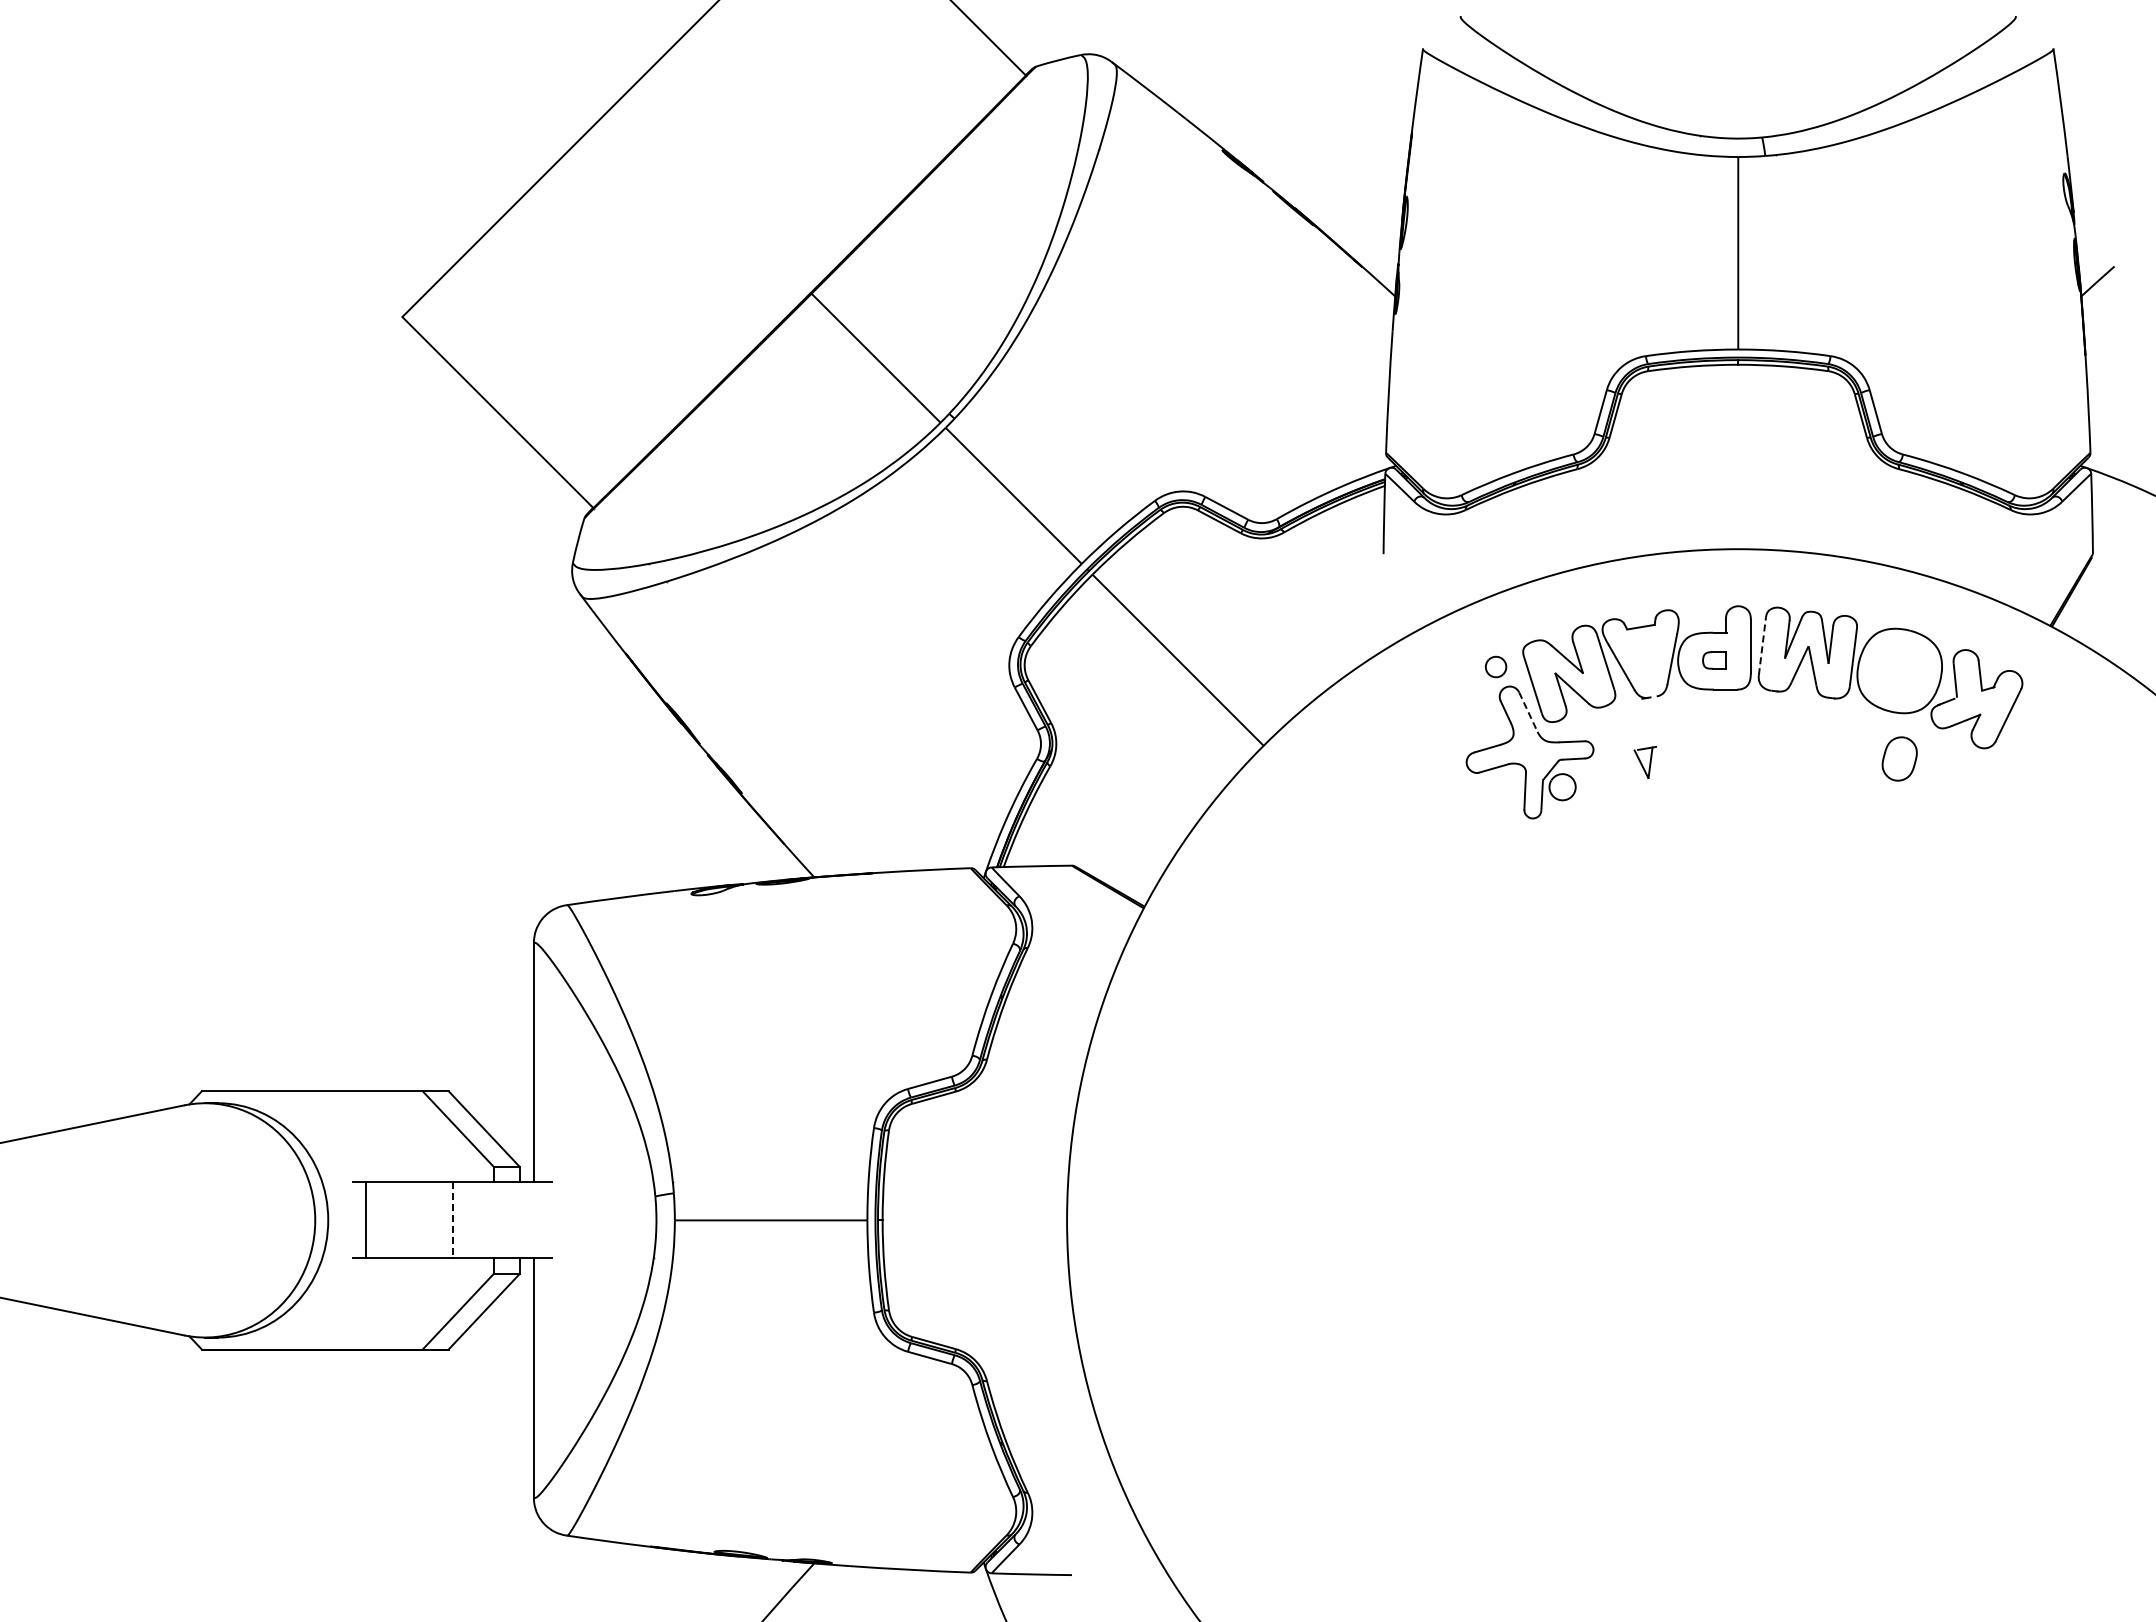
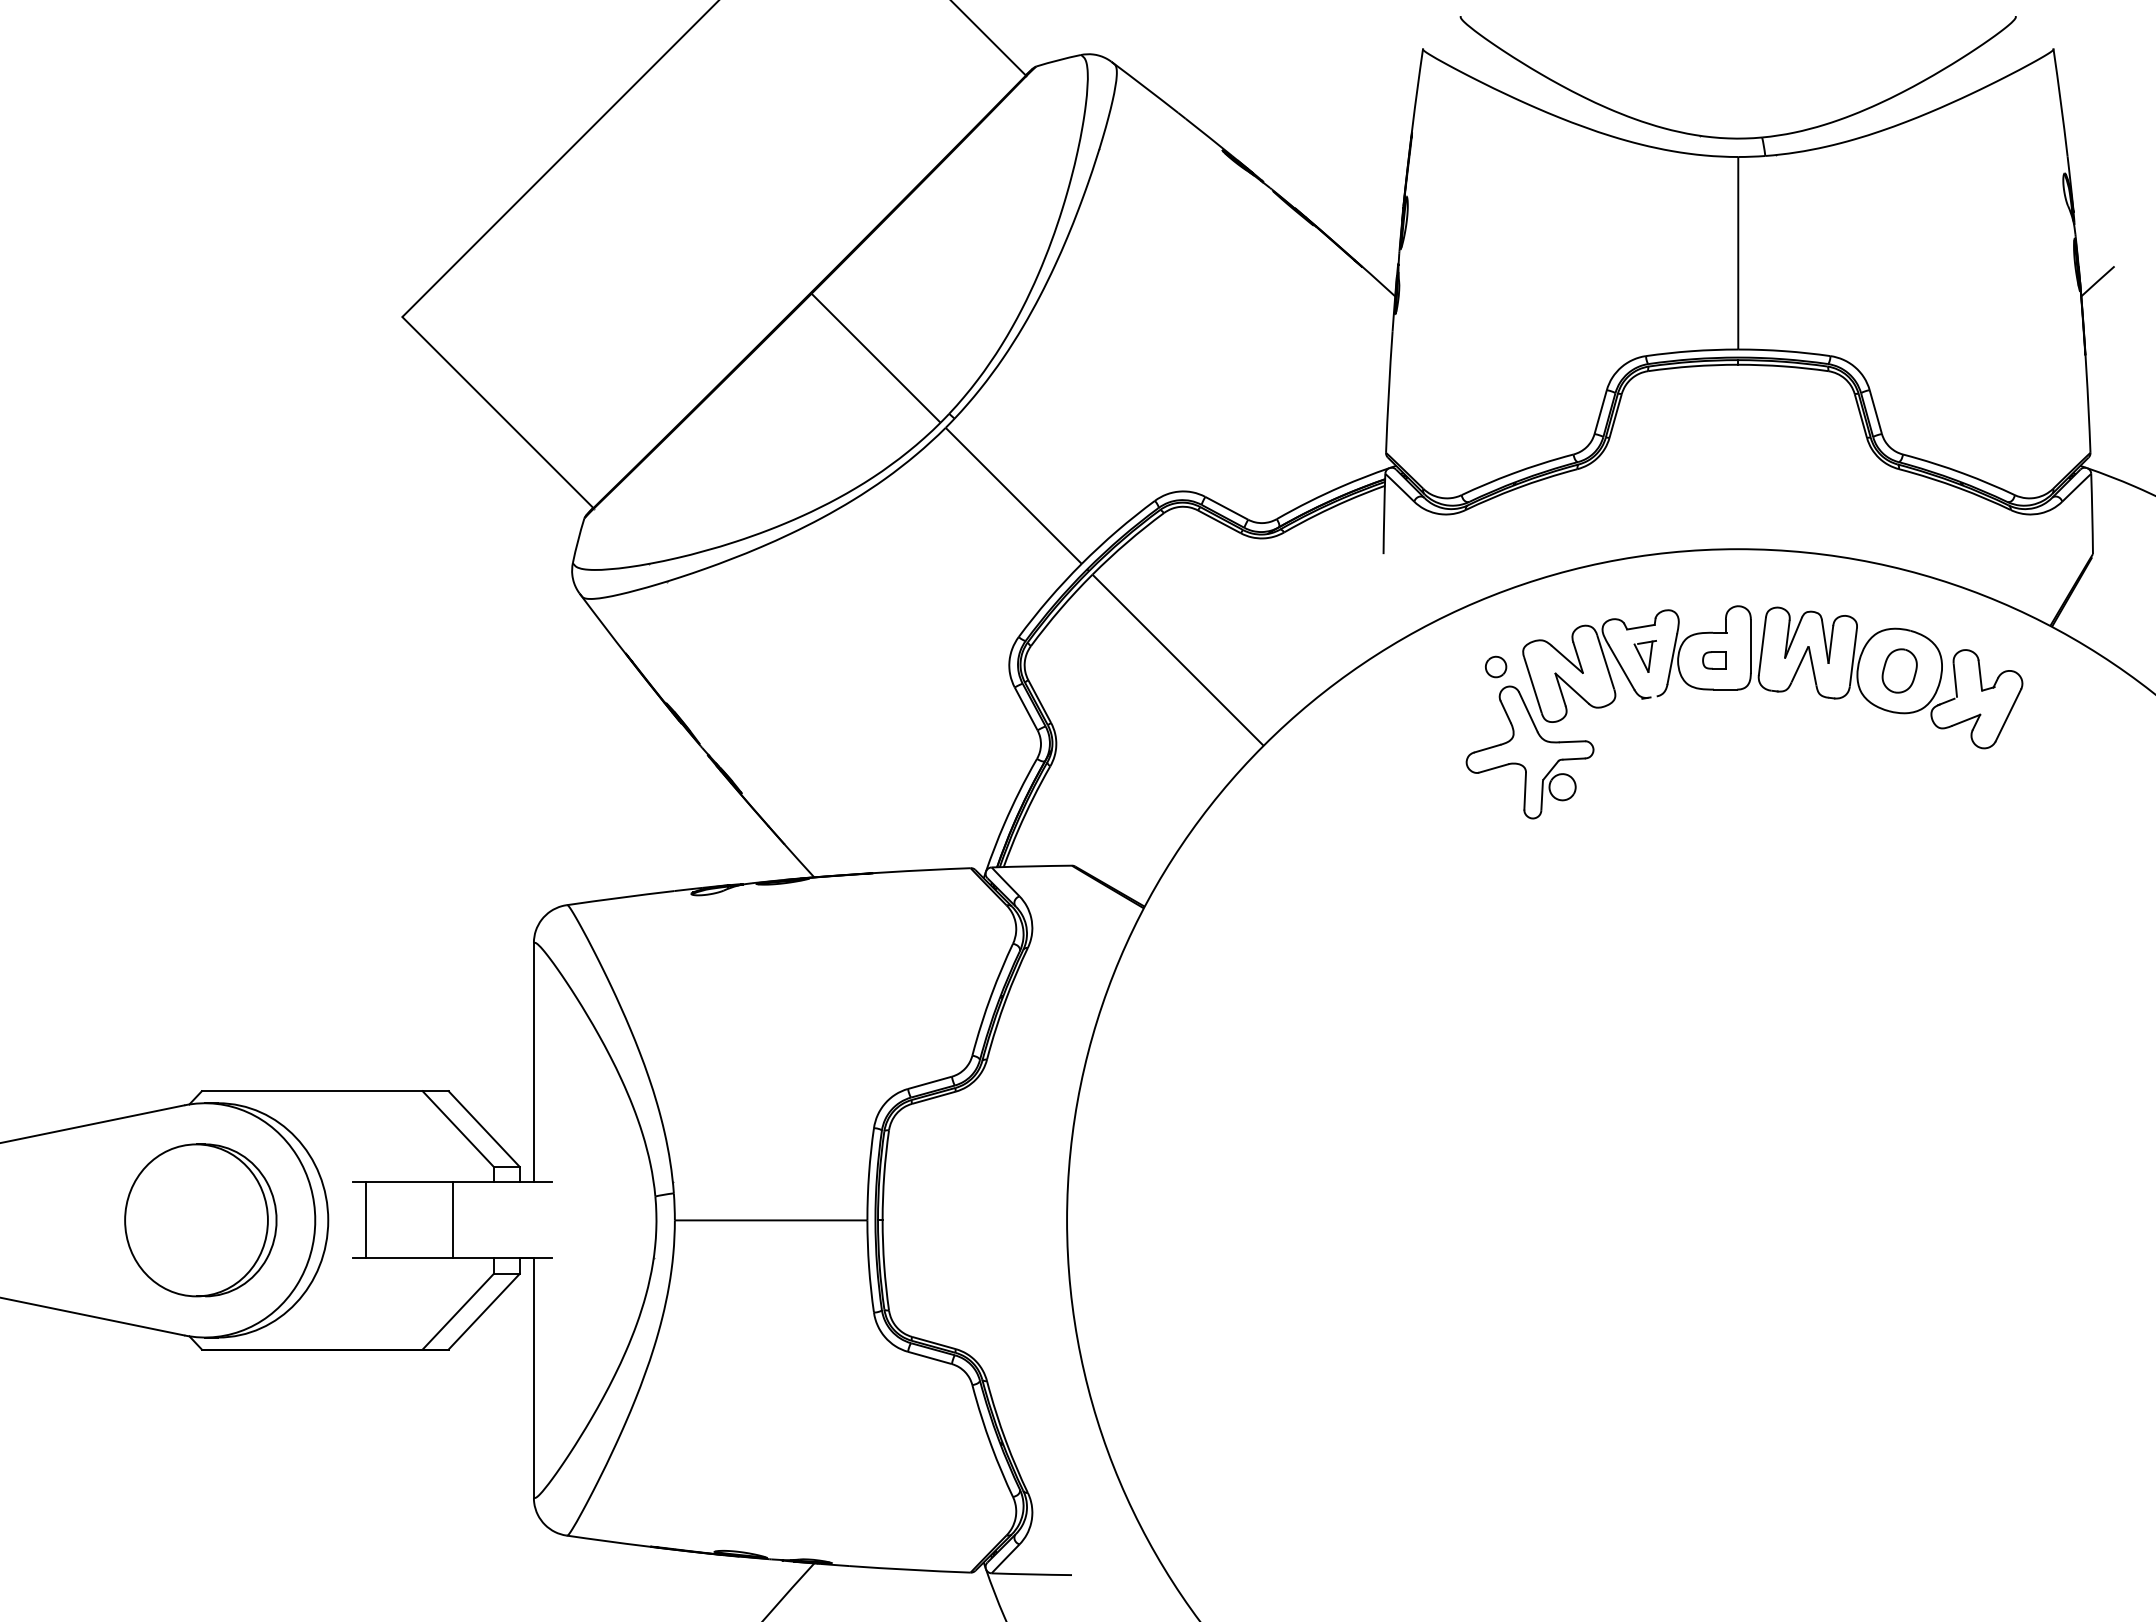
line at (1762, 646): dashed -> solid
line at (1528, 712): dashed -> solid
part at (1899, 758) position: (1899, 758) -> (1899, 670)
part at (1644, 762) position: (1644, 762) -> (1644, 656)
part at (200, 1220): none -> present
line at (453, 1220): dashed -> solid
